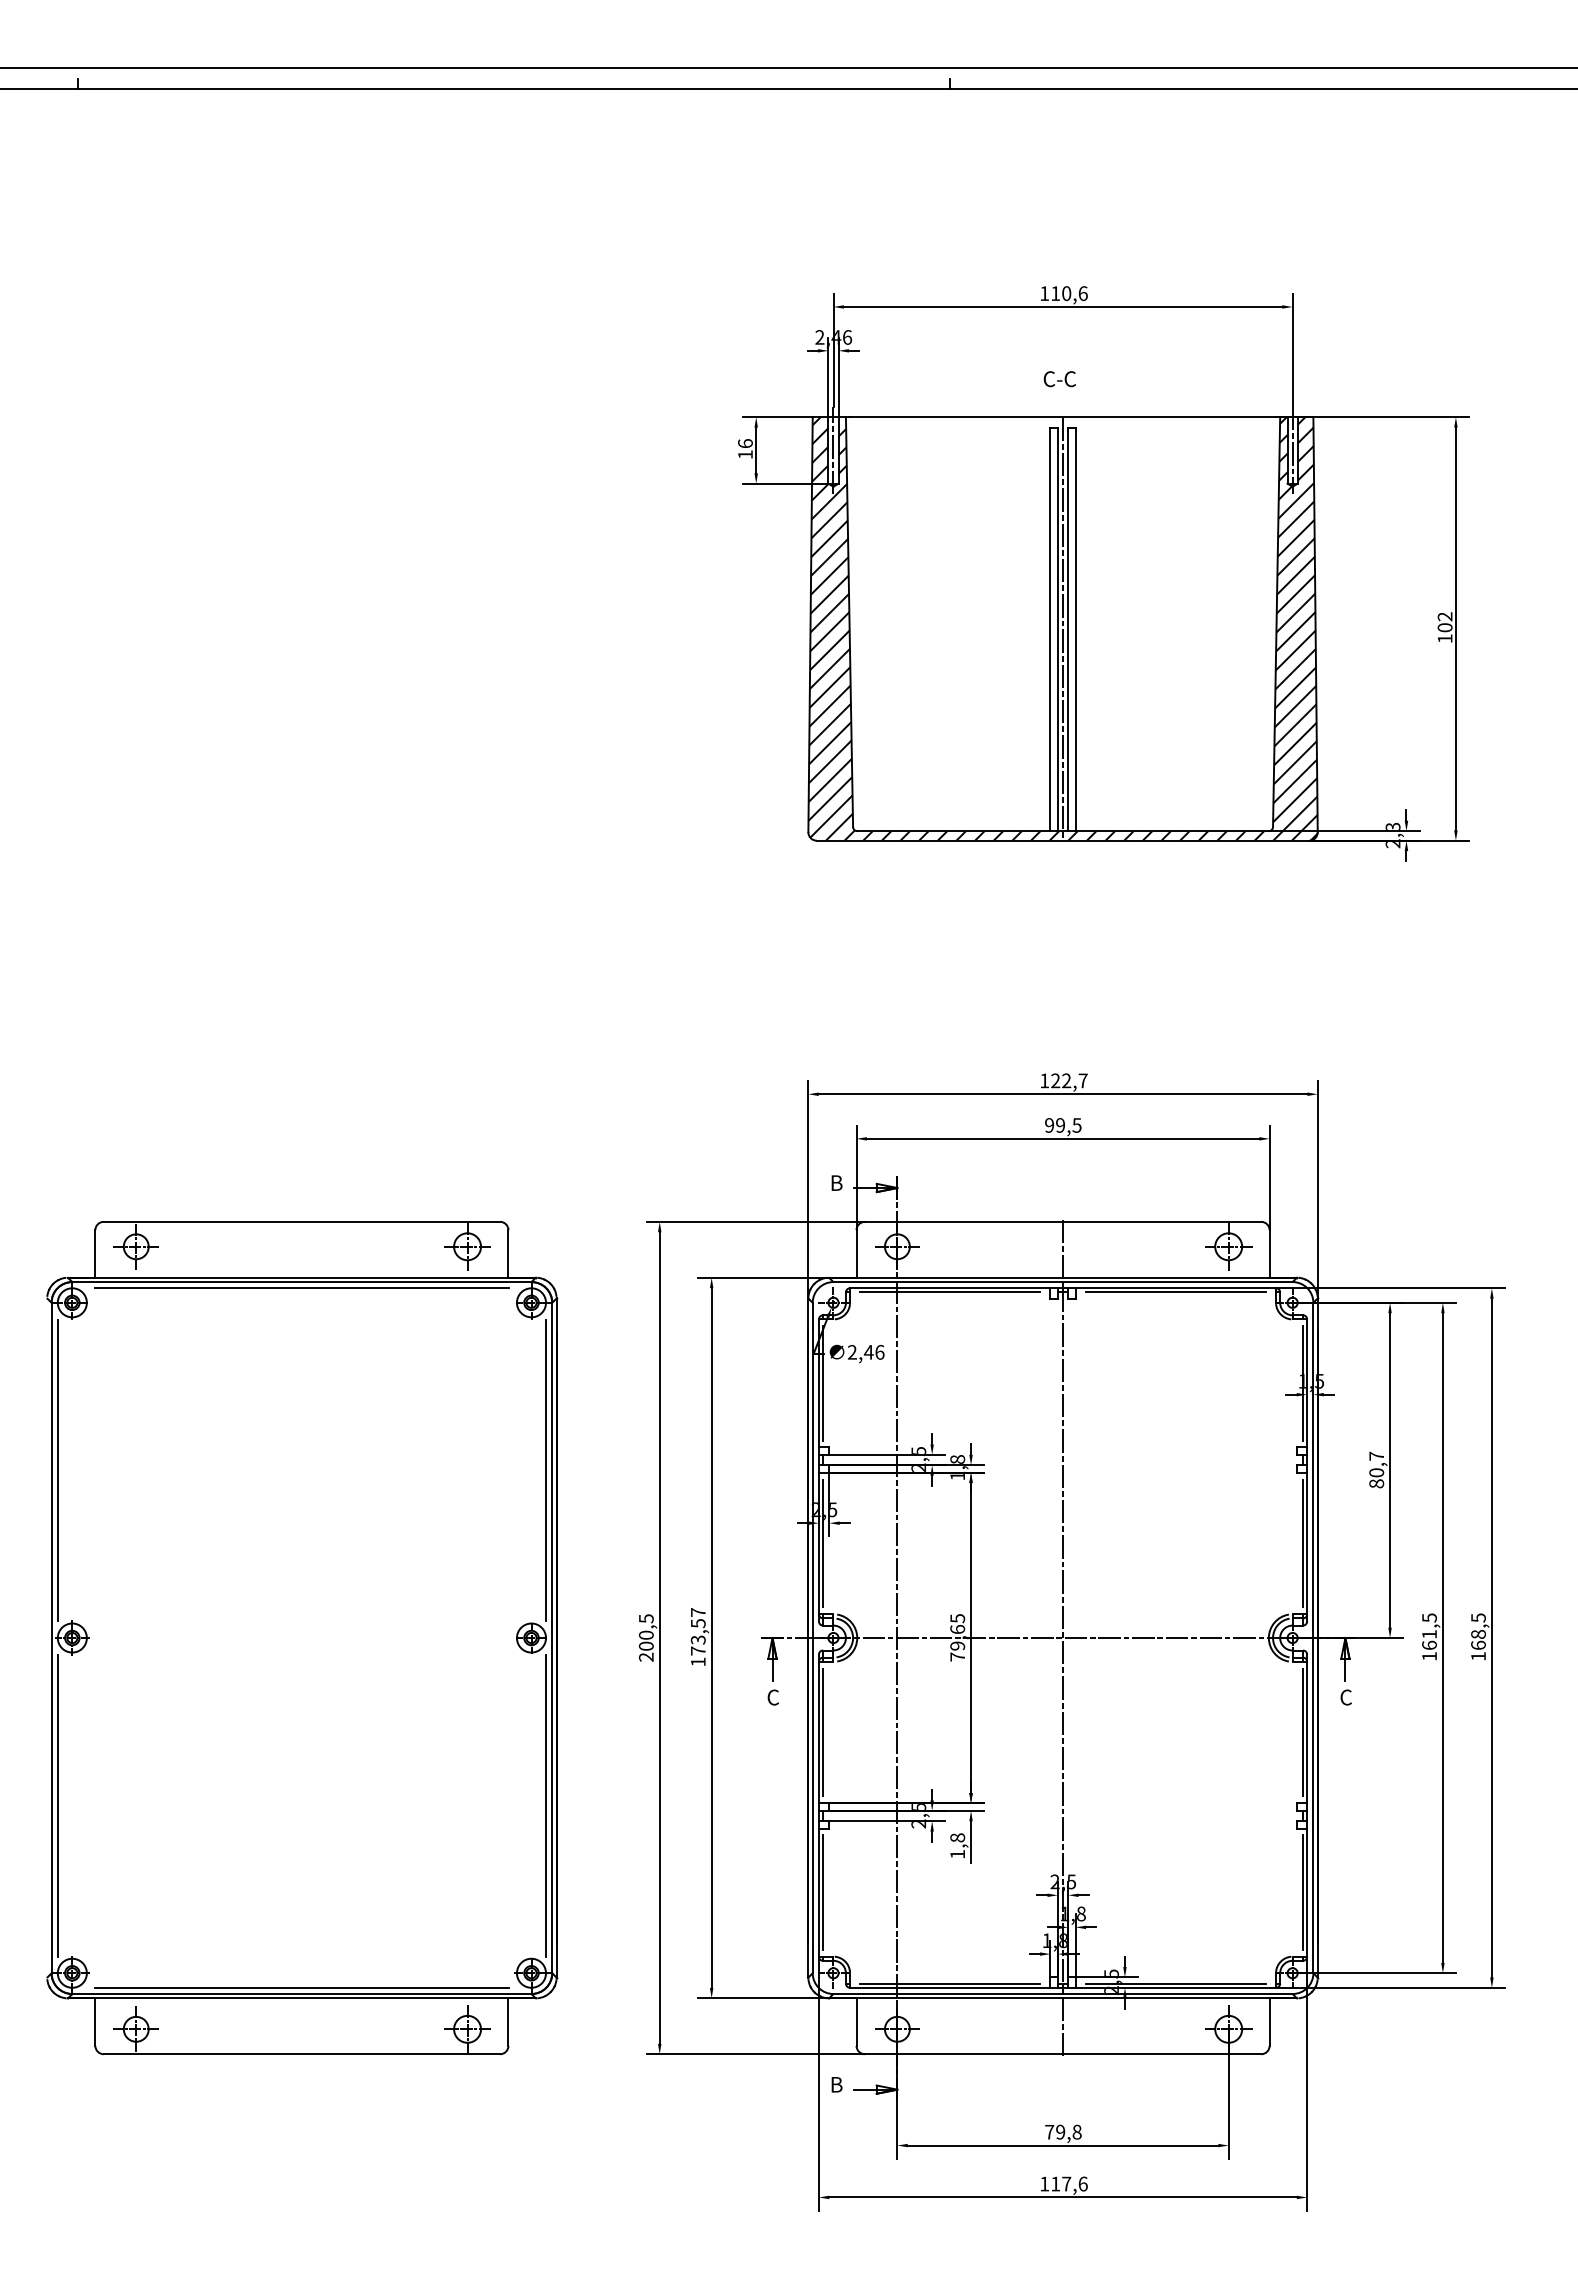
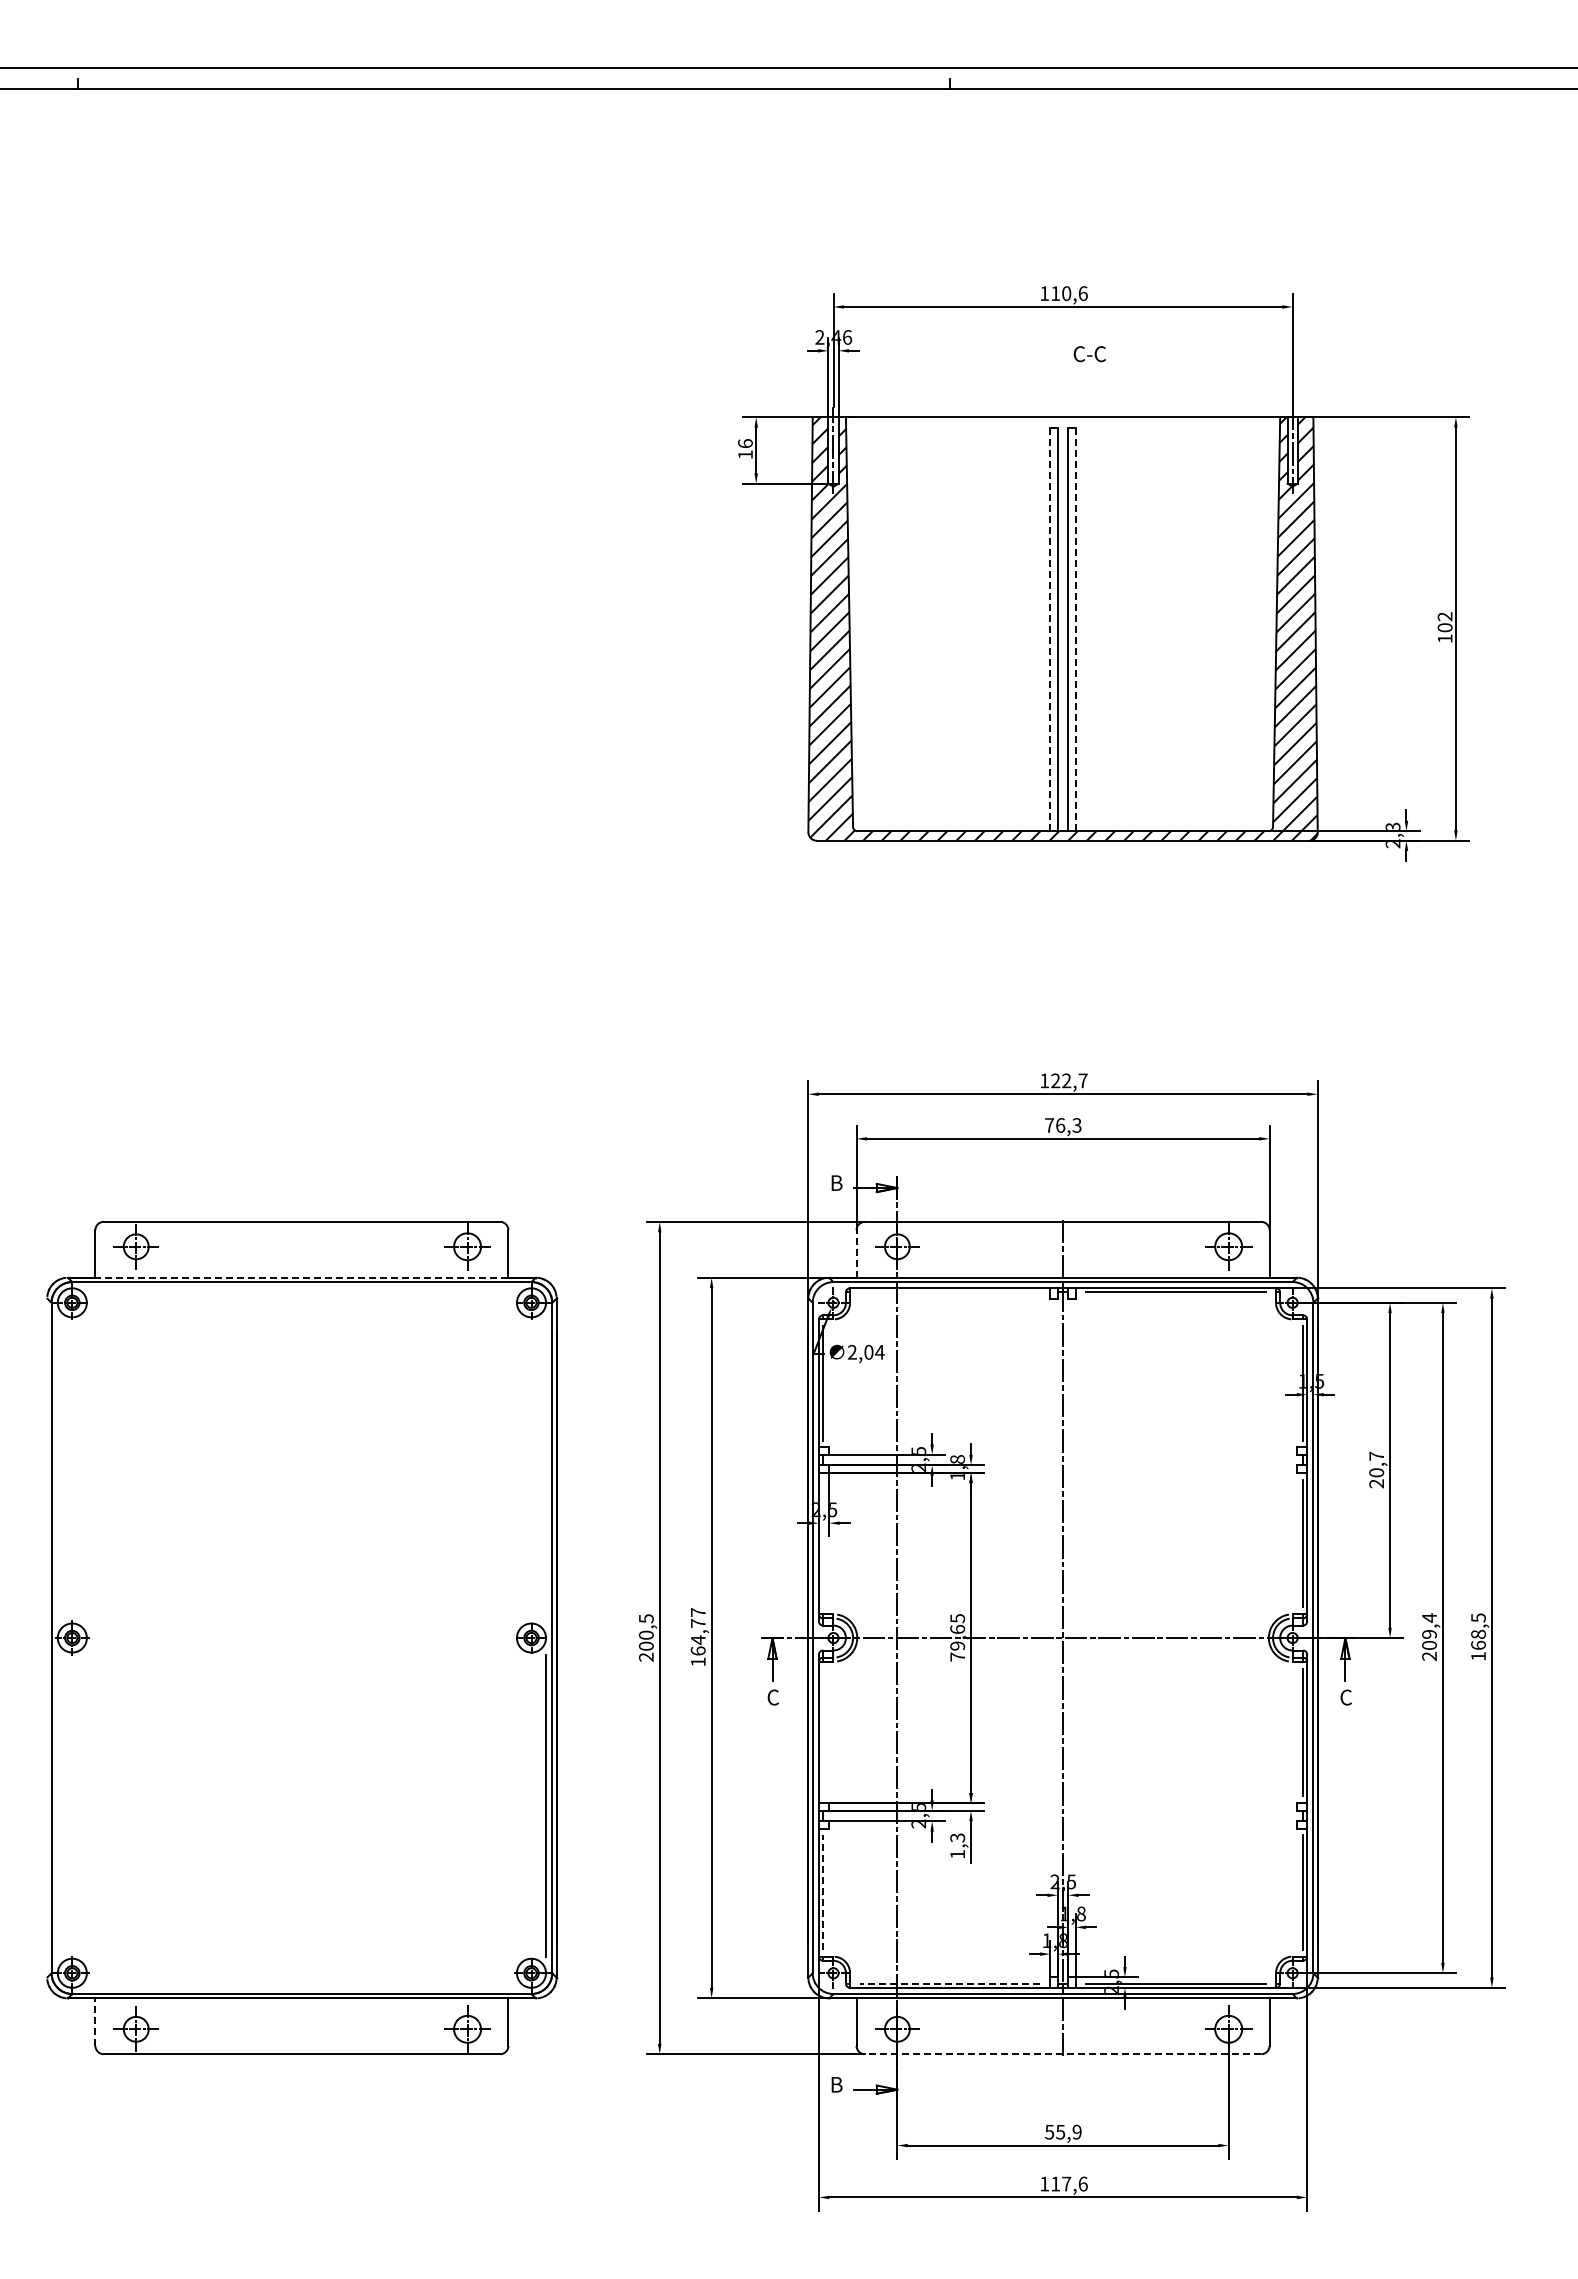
text at (1059, 379) position: (1059, 379) -> (1089, 354)
line at (1050, 629): solid -> dashed
line at (1063, 629): present -> none
line at (1075, 629): solid -> dashed
text at (1063, 1125): 99,5 -> 76,3
line at (856, 1253): solid -> dashed
line at (301, 1277): solid -> dashed
line at (301, 1288): present -> none
line at (950, 1292): present -> none
text at (874, 1352): 2,46 -> 2,04
line at (57, 1470): present -> none
line at (546, 1470): present -> none
text at (1376, 1483): 80,7 -> 20,7
line at (823, 1543): present -> none
text at (1429, 1636): 161,5 -> 209,4
text at (697, 1637): 173,57 -> 164,77
line at (823, 1732): present -> none
line at (57, 1805): present -> none
text at (957, 1837): 1,8 -> 1,3
line at (823, 1892): solid -> dashed
line at (949, 1983): solid -> dashed
line at (301, 1987): present -> none
line at (95, 2022): solid -> dashed
line at (1062, 2054): solid -> dashed
text at (1063, 2131): 79,8 -> 55,9
